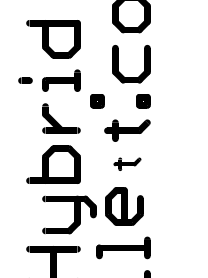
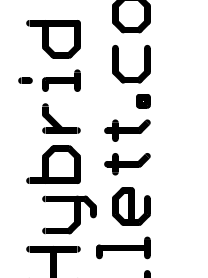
part at (97, 101): present -> none
part at (127, 163) size: 29x14 px -> 47x23 px
part at (124, 206) position: (124, 206) -> (131, 206)
